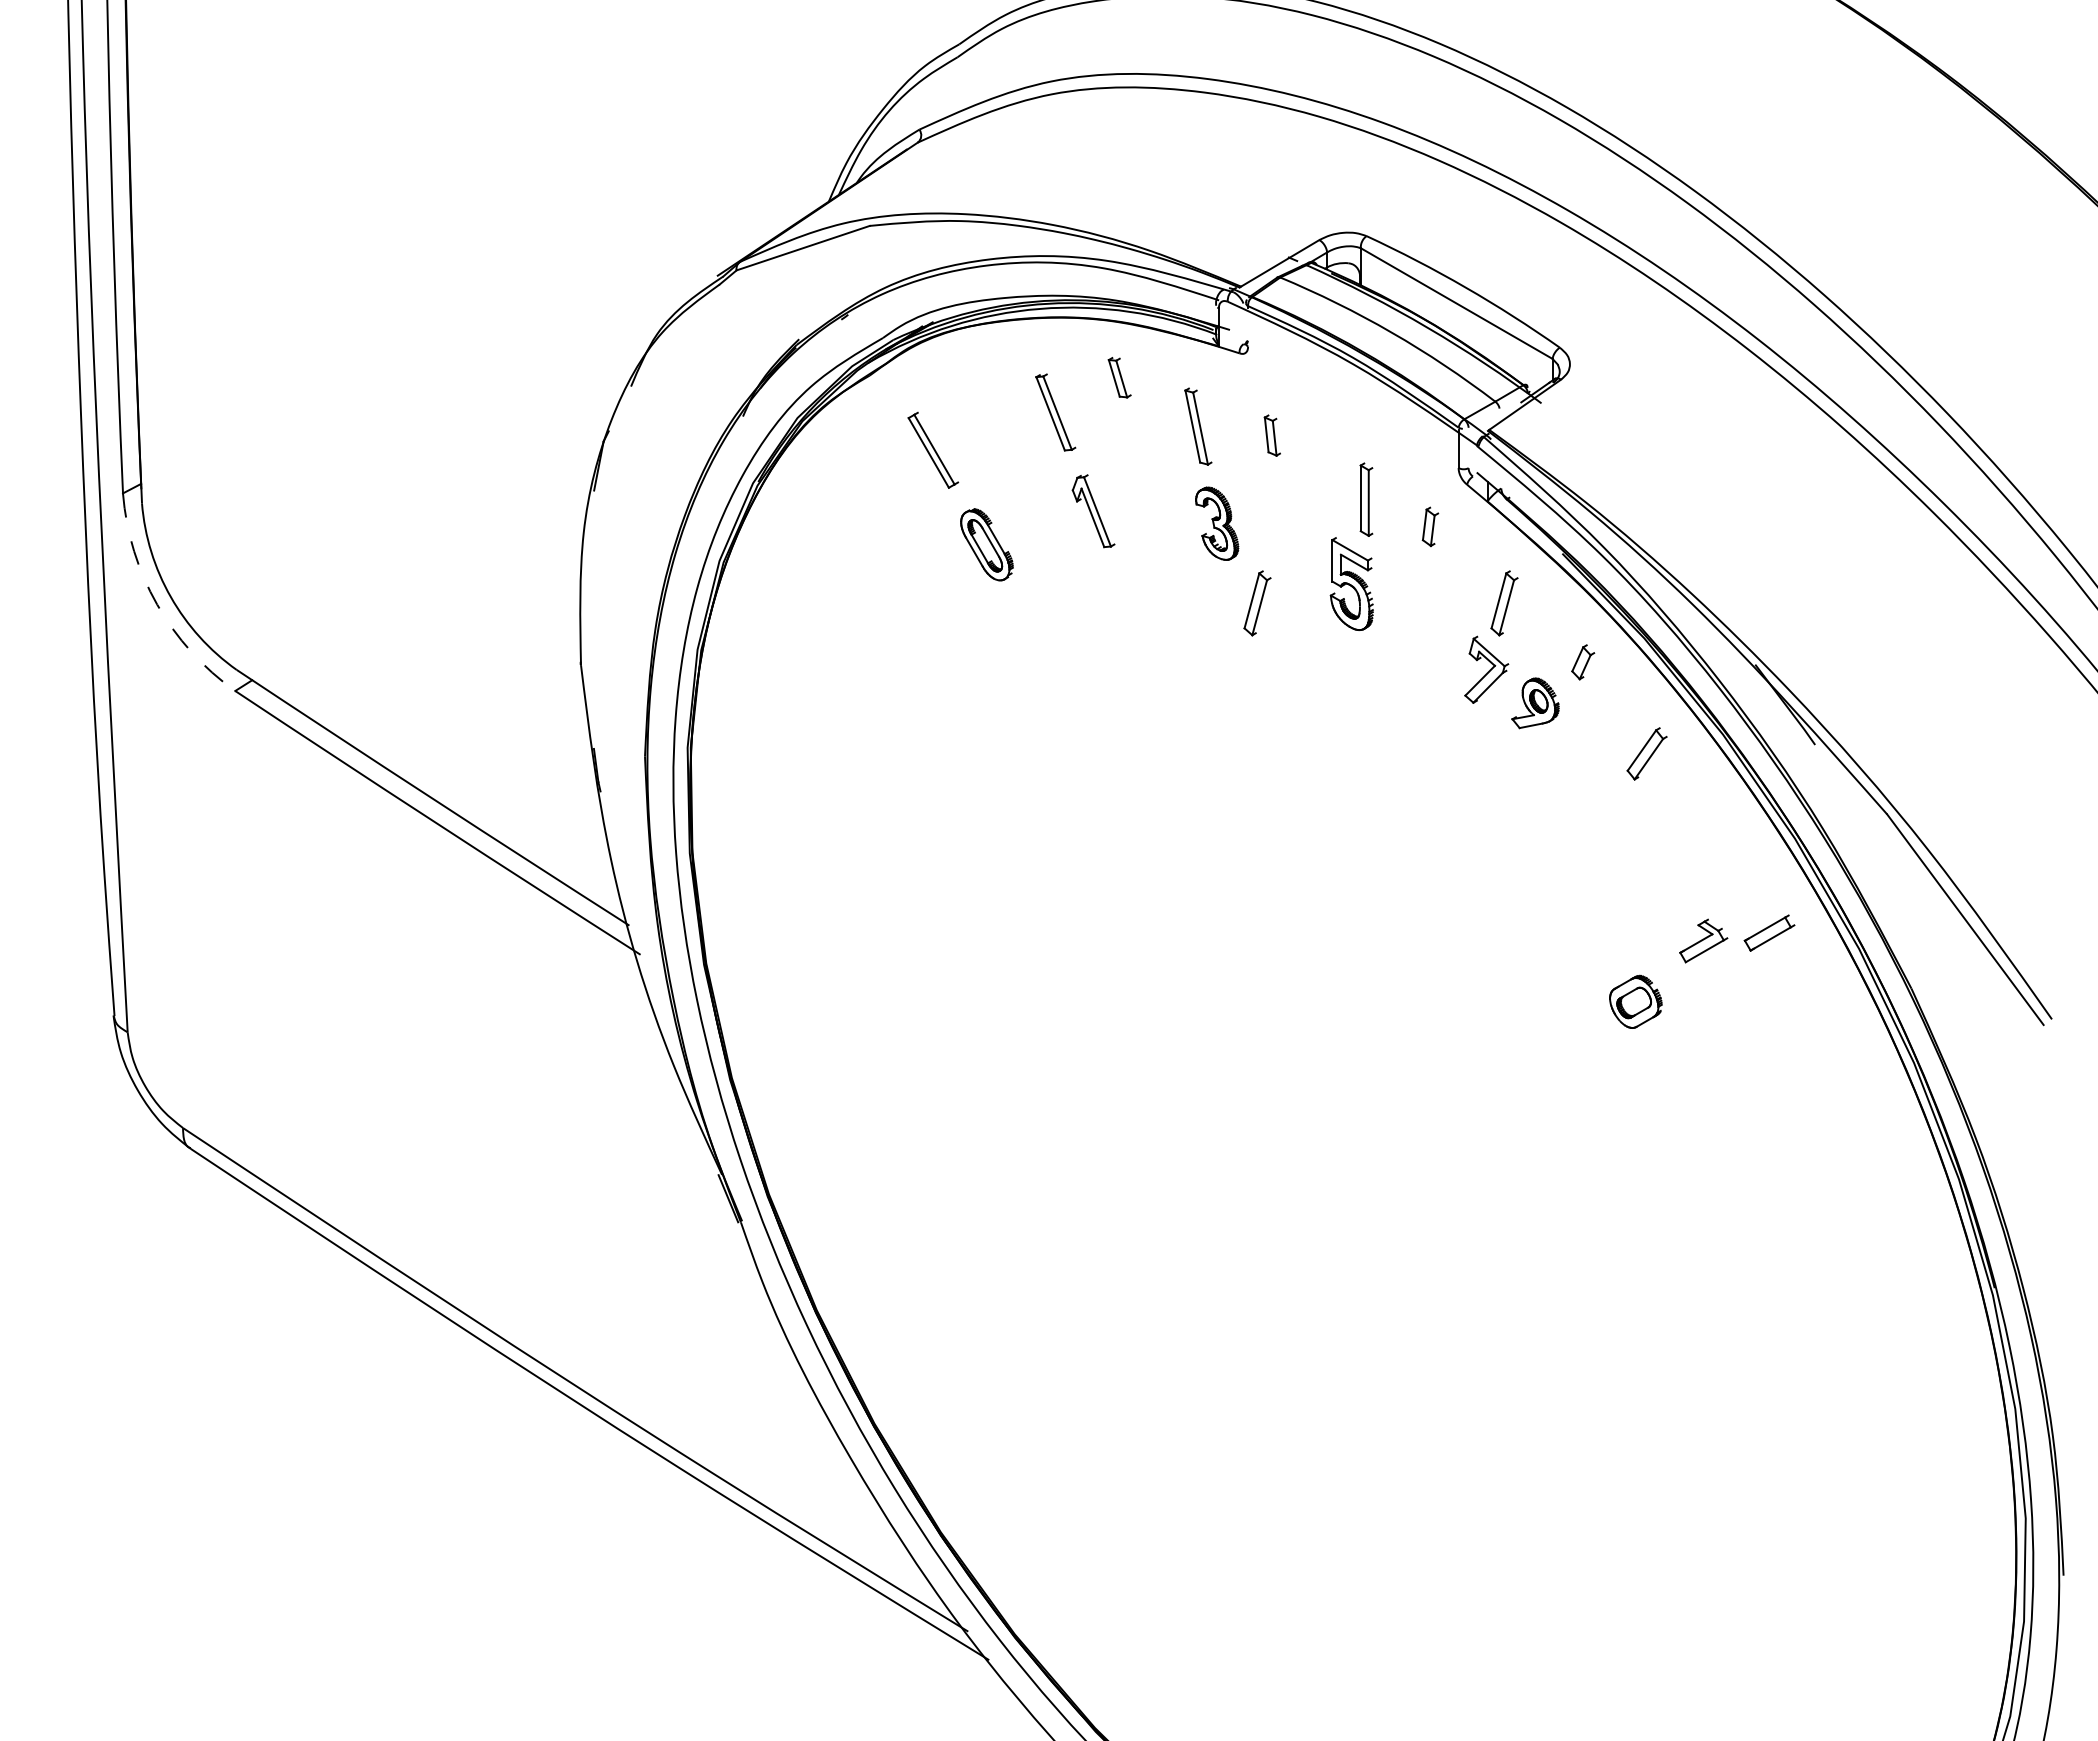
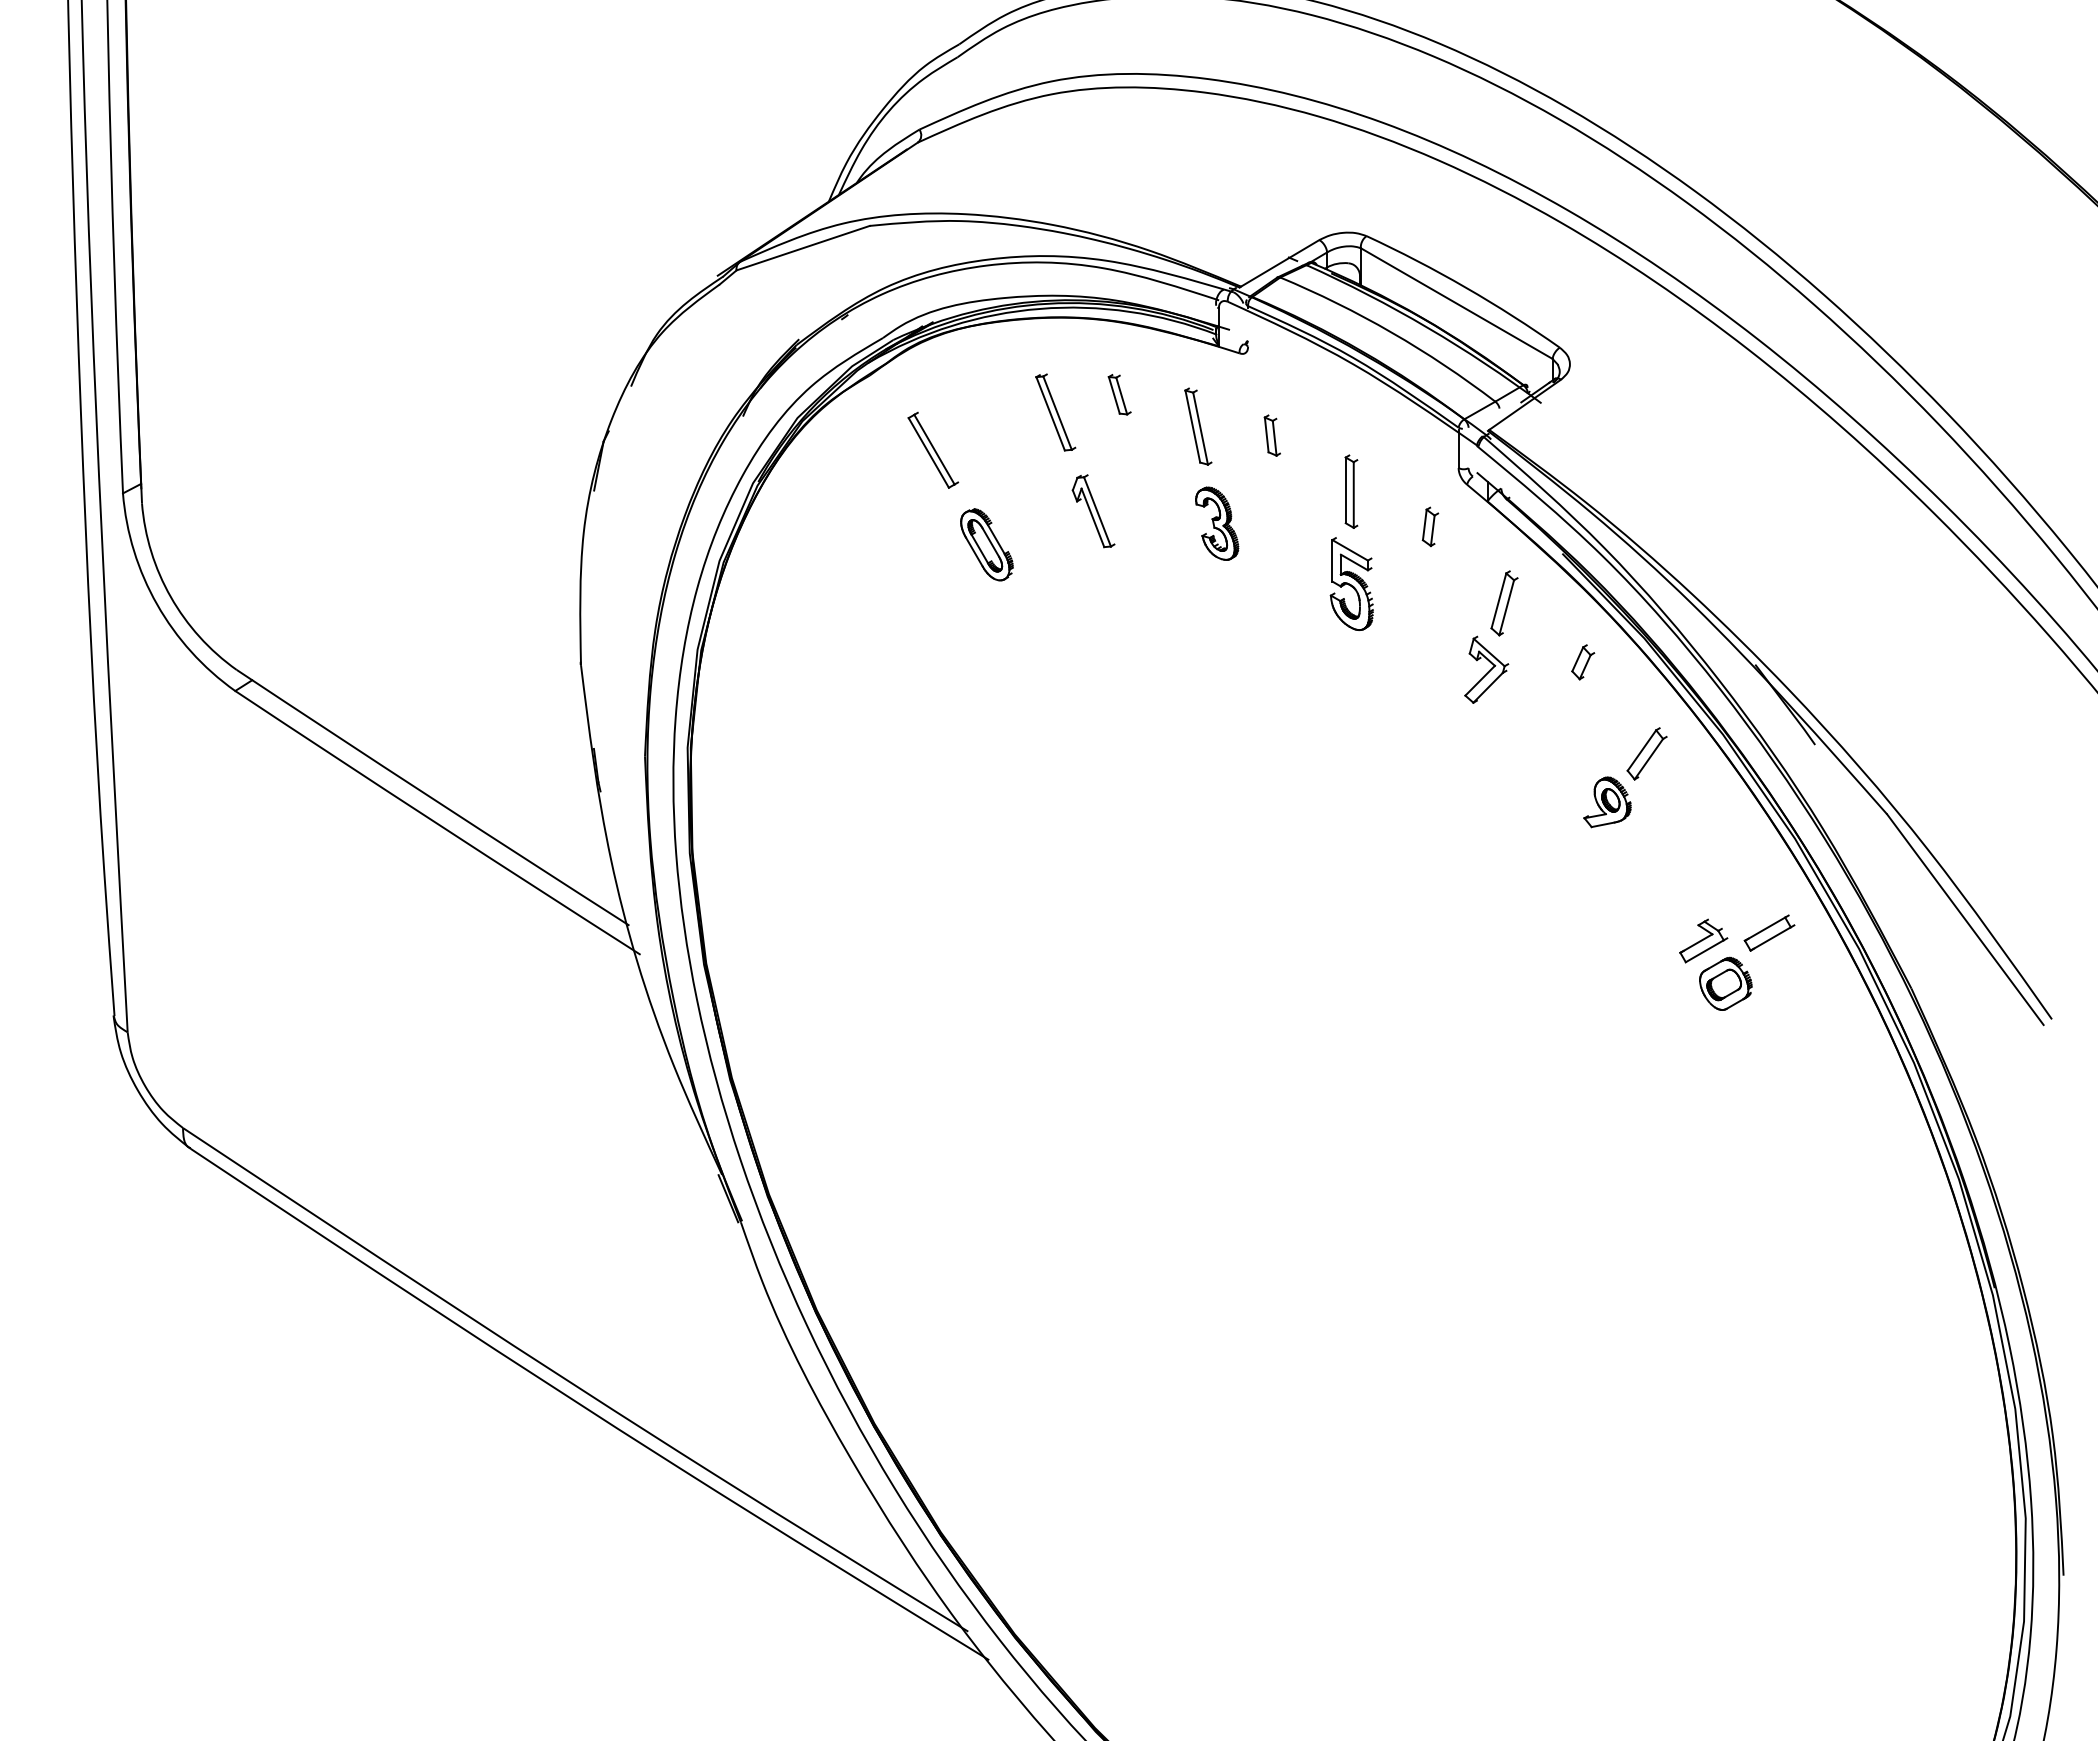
part at (1119, 377) position: (1119, 377) -> (1119, 394)
part at (1366, 499) position: (1366, 499) -> (1351, 491)
part at (1257, 603): present -> none
arc at (157, 604): dashed -> solid
part at (1535, 703) position: (1535, 703) -> (1607, 802)
part at (1635, 1001) position: (1635, 1001) -> (1725, 983)
